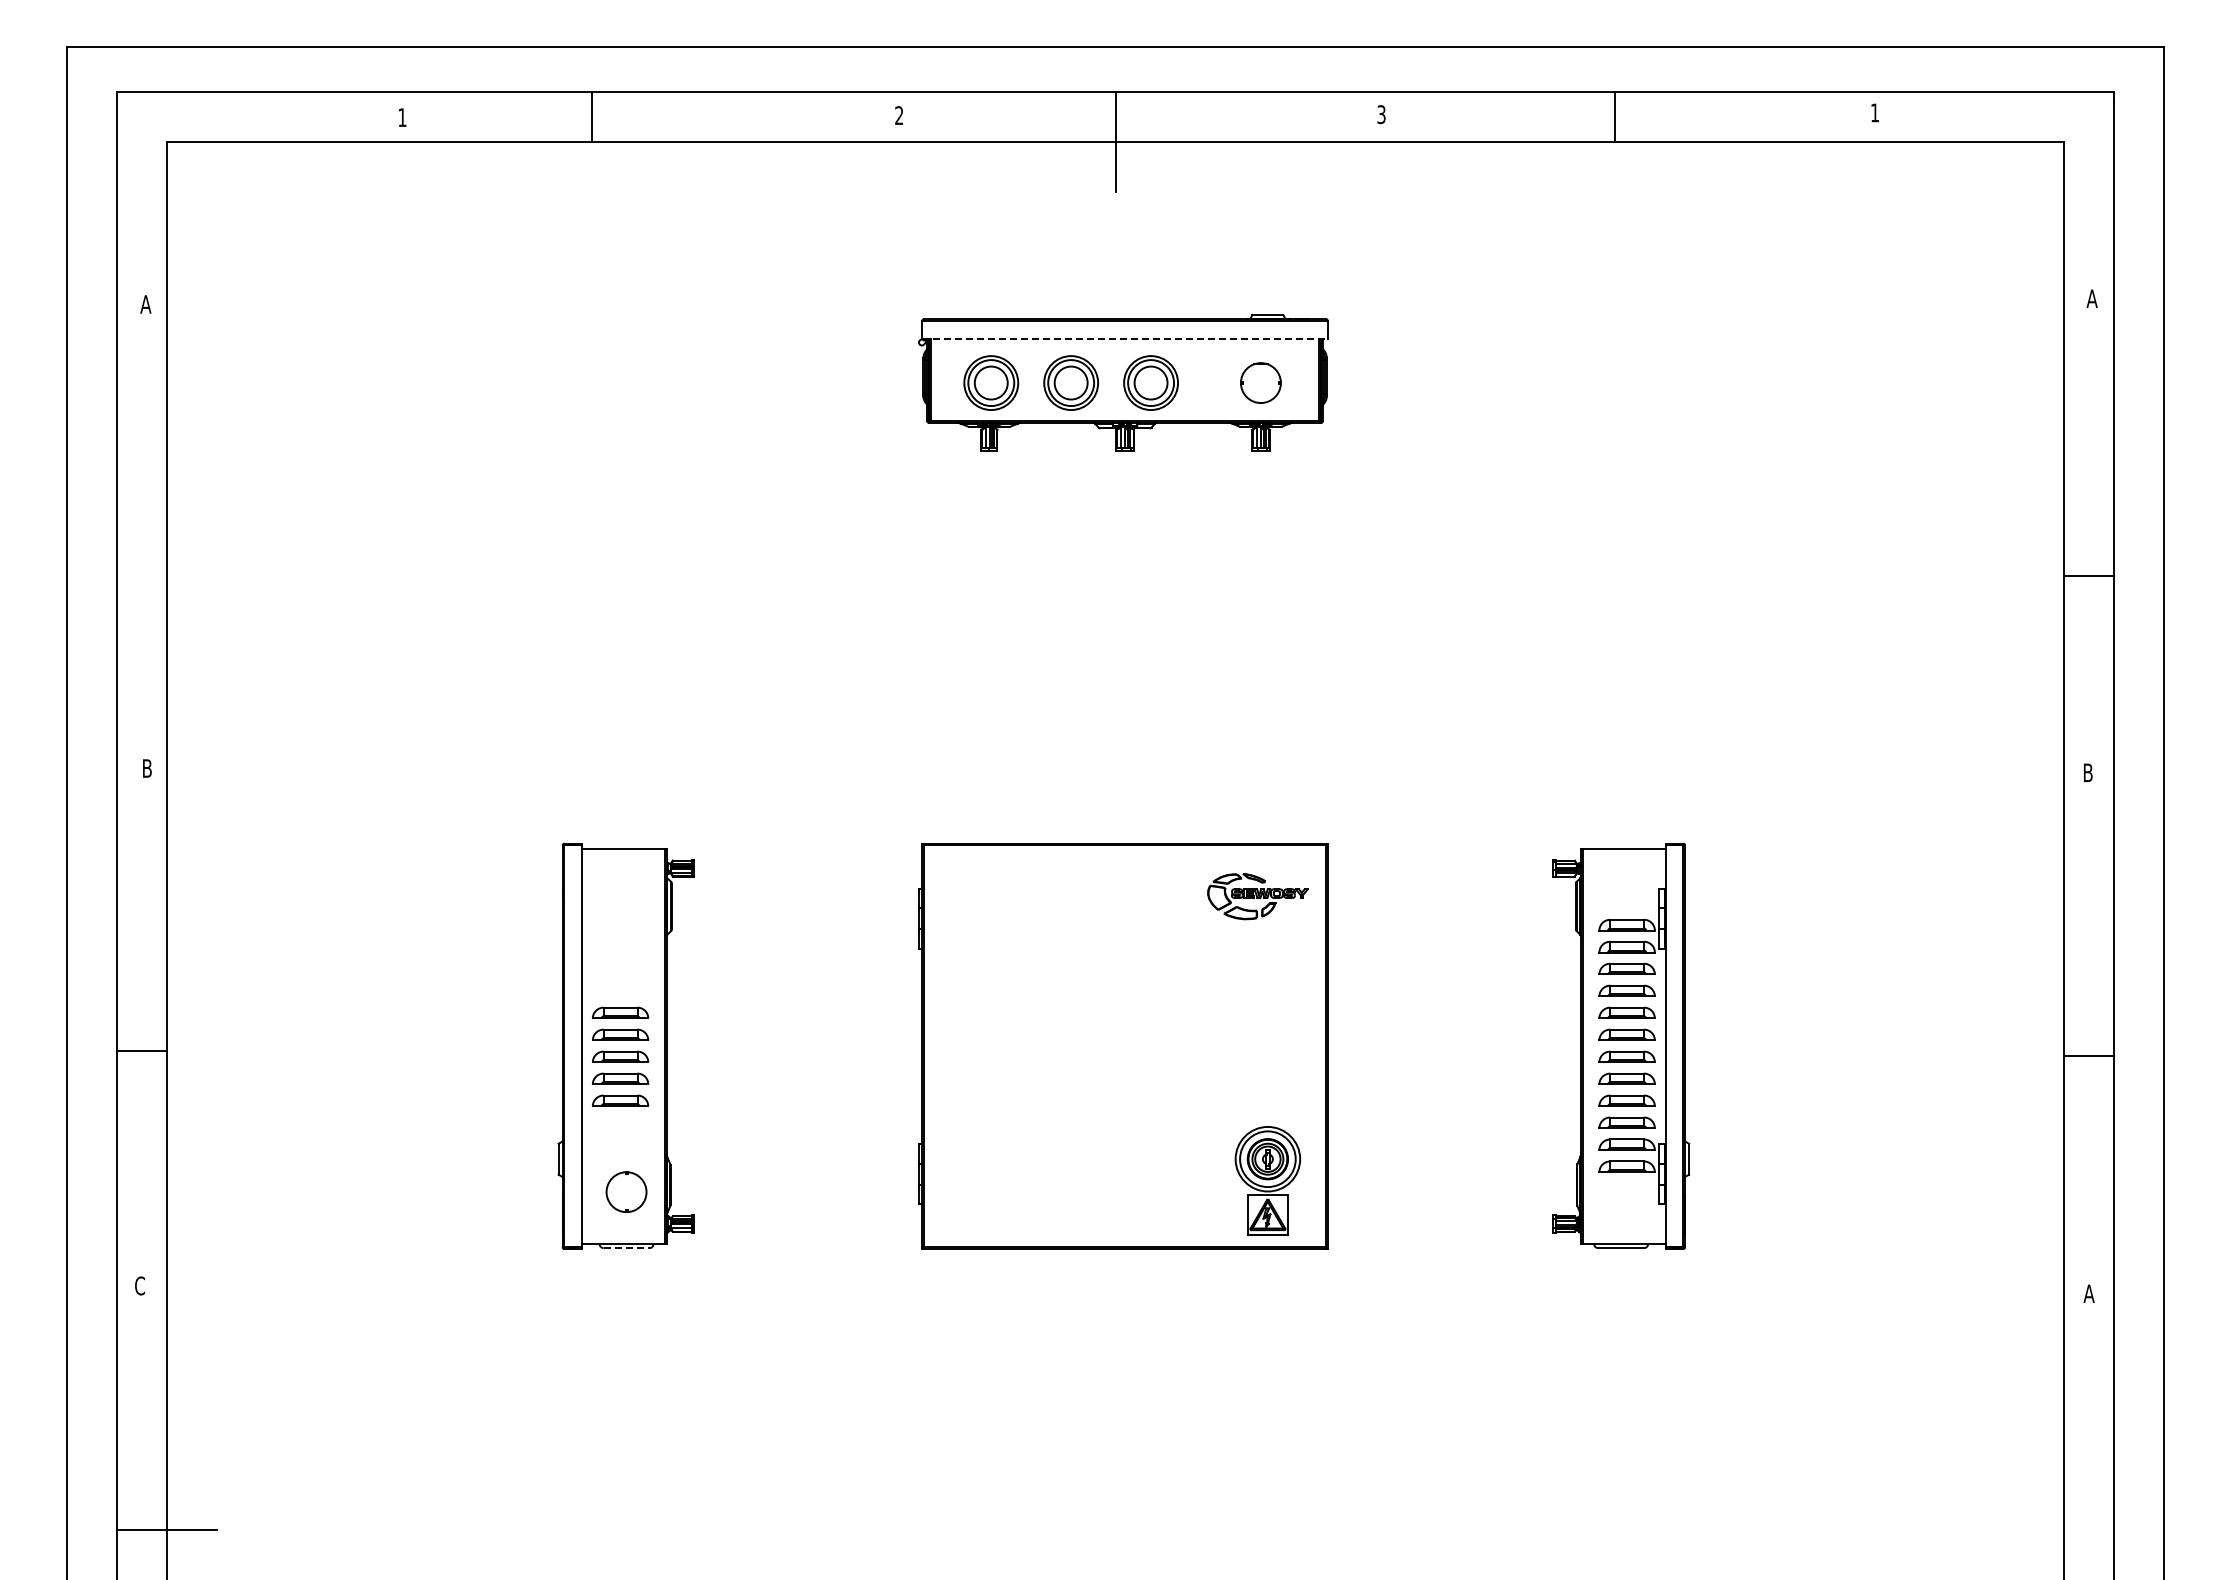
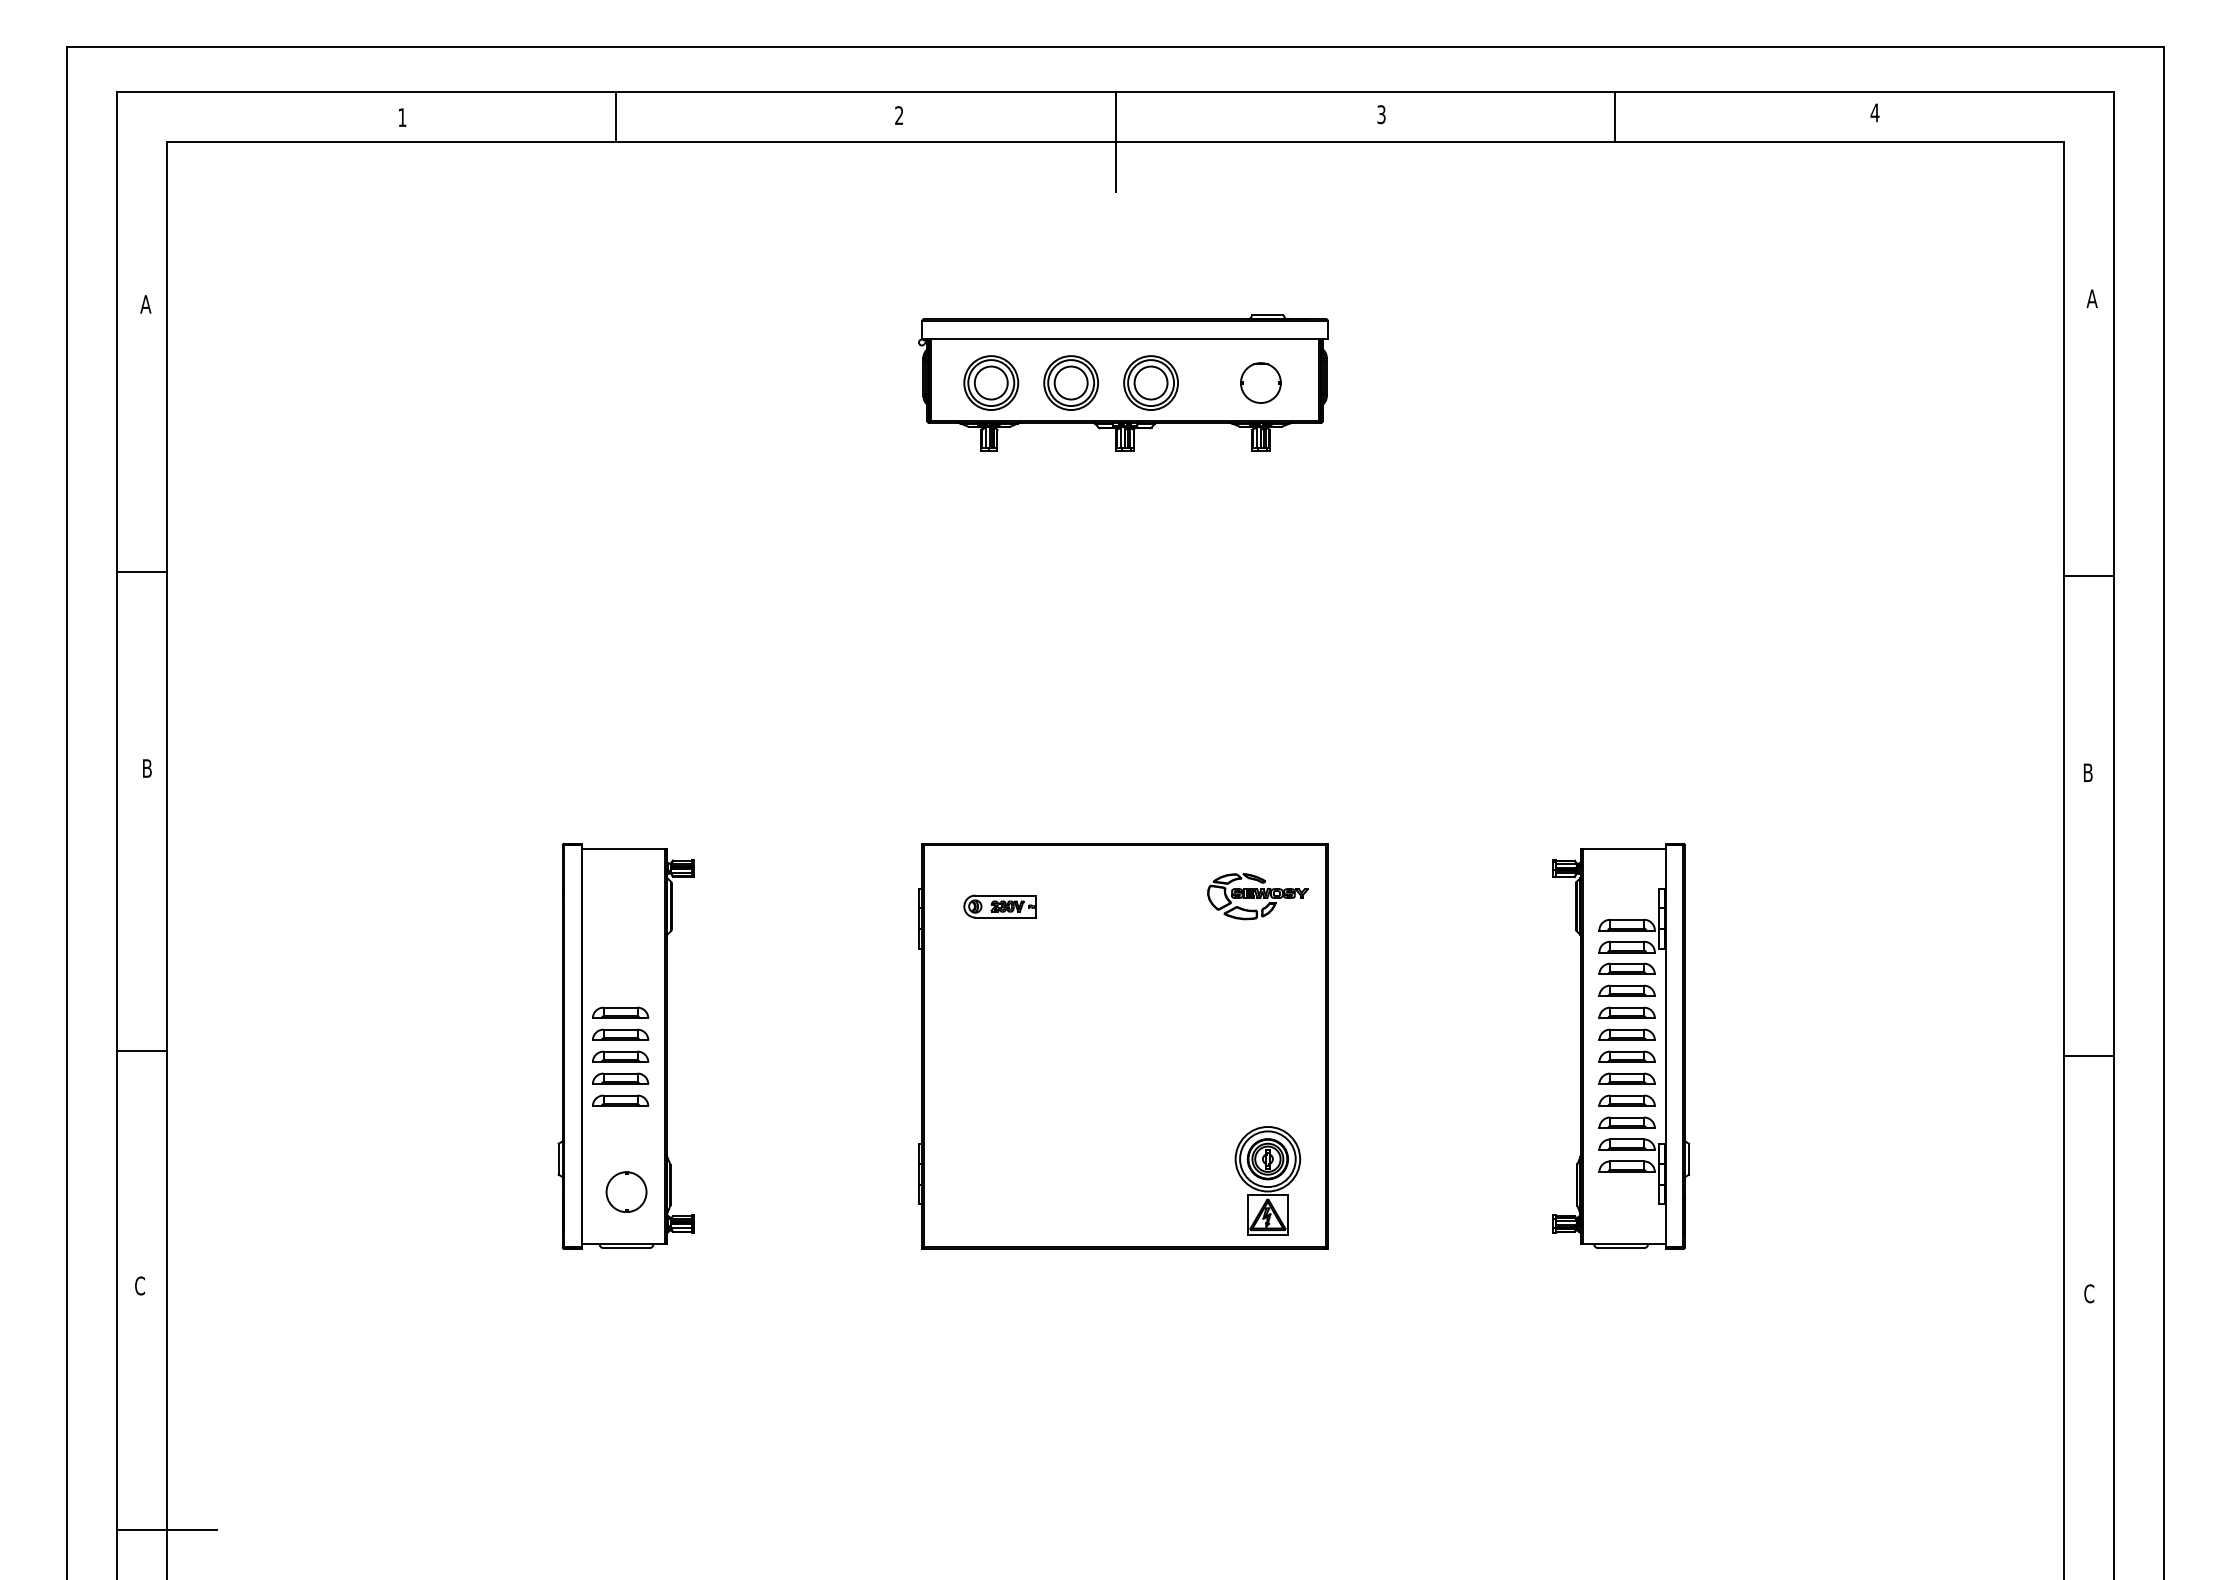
text at (1874, 112): 1 -> 4
line at (592, 117) position: (592, 117) -> (616, 117)
line at (1125, 338): dashed -> solid
line at (141, 571): none -> present
part at (999, 906): none -> present
line at (626, 1248): dashed -> solid
text at (2088, 1293): A -> C
